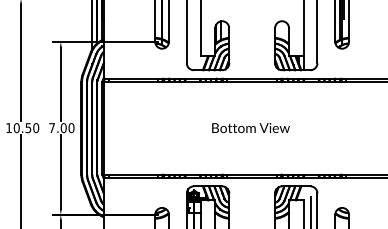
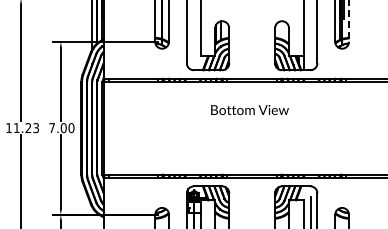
line at (349, 21): solid -> dashed
text at (250, 127) position: (250, 127) -> (249, 109)
text at (26, 128): 10.50 -> 11.23
